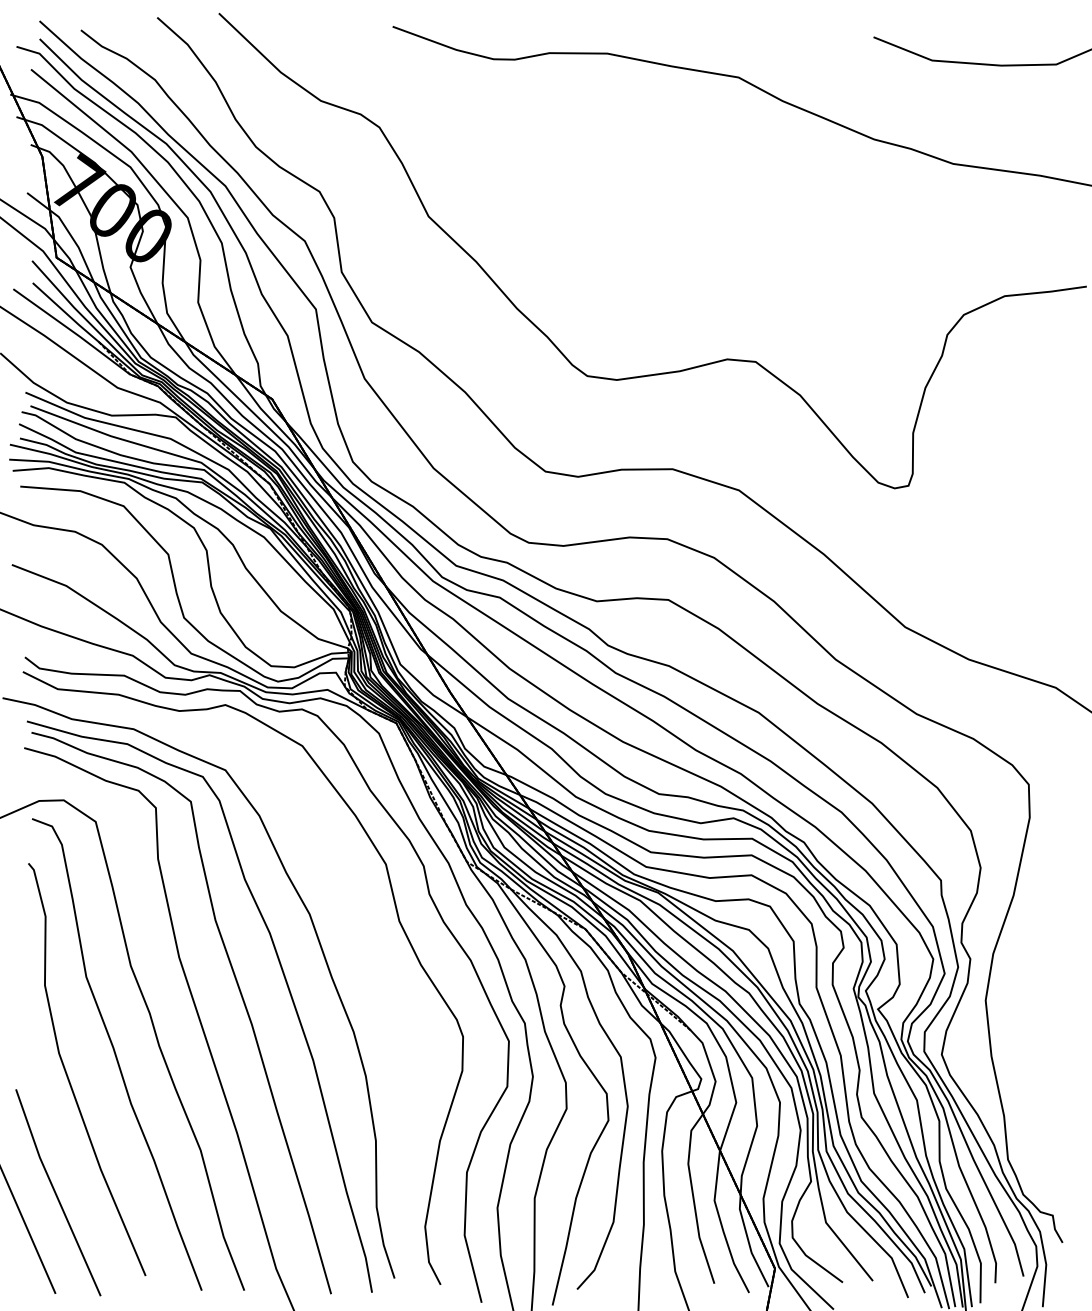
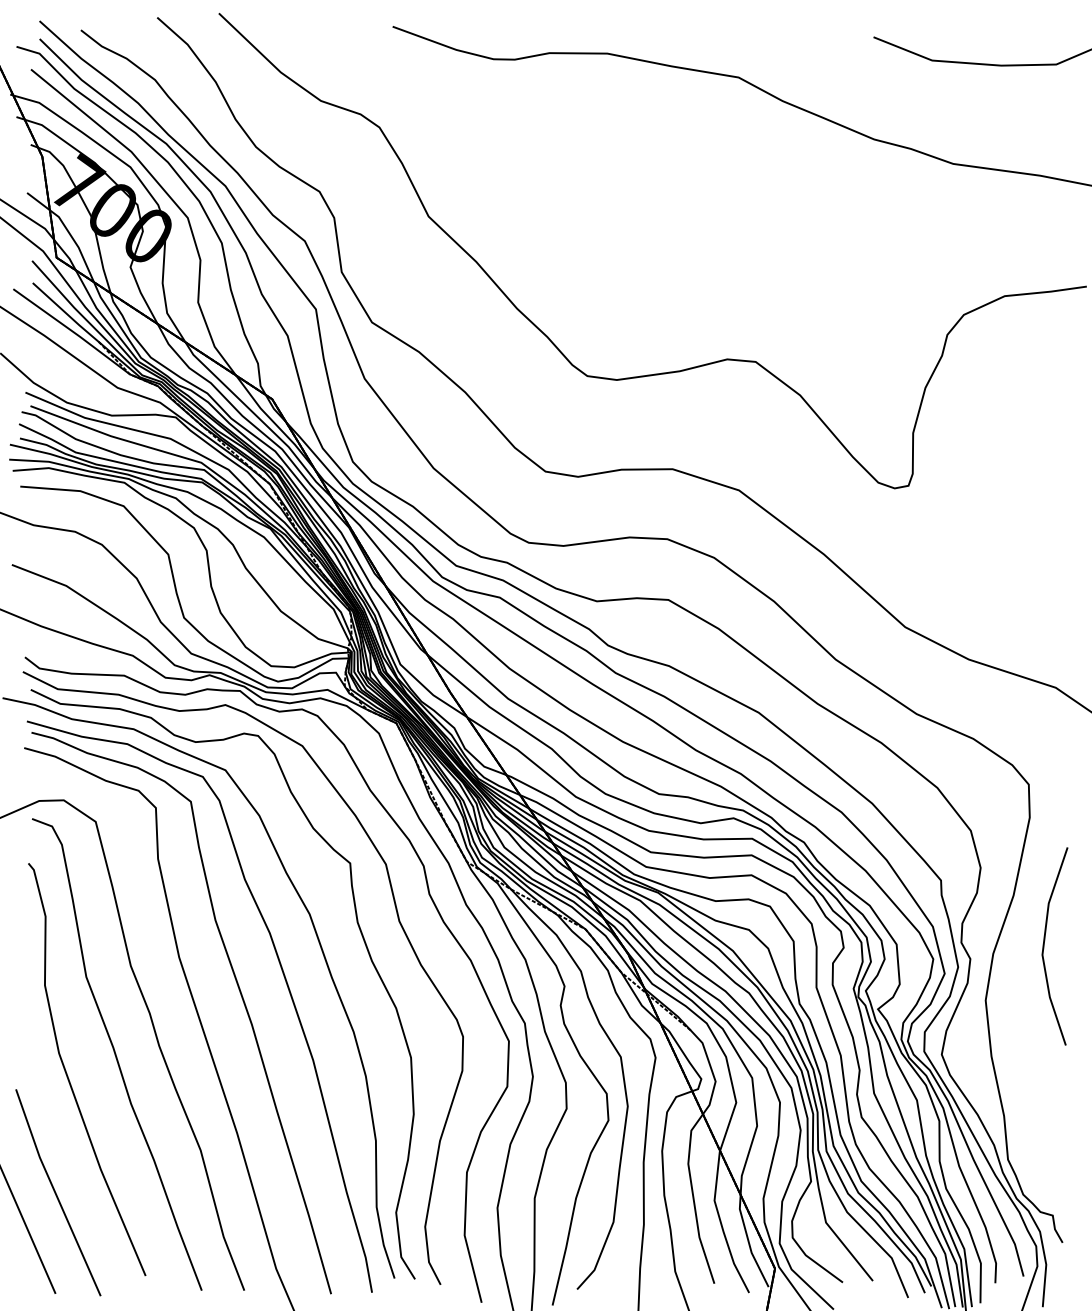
curve at (361, 936): none -> present
line at (1044, 946): none -> present
